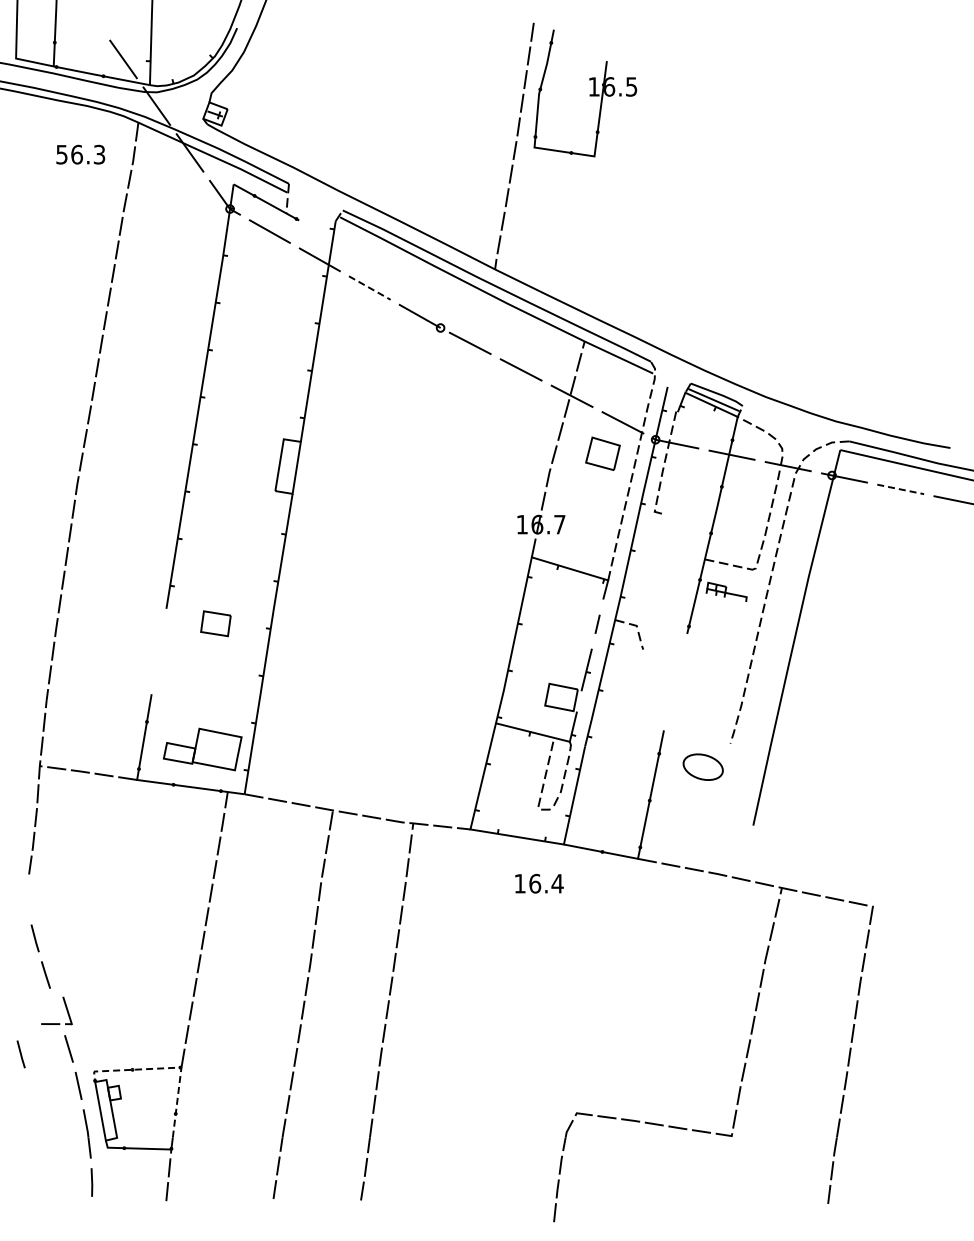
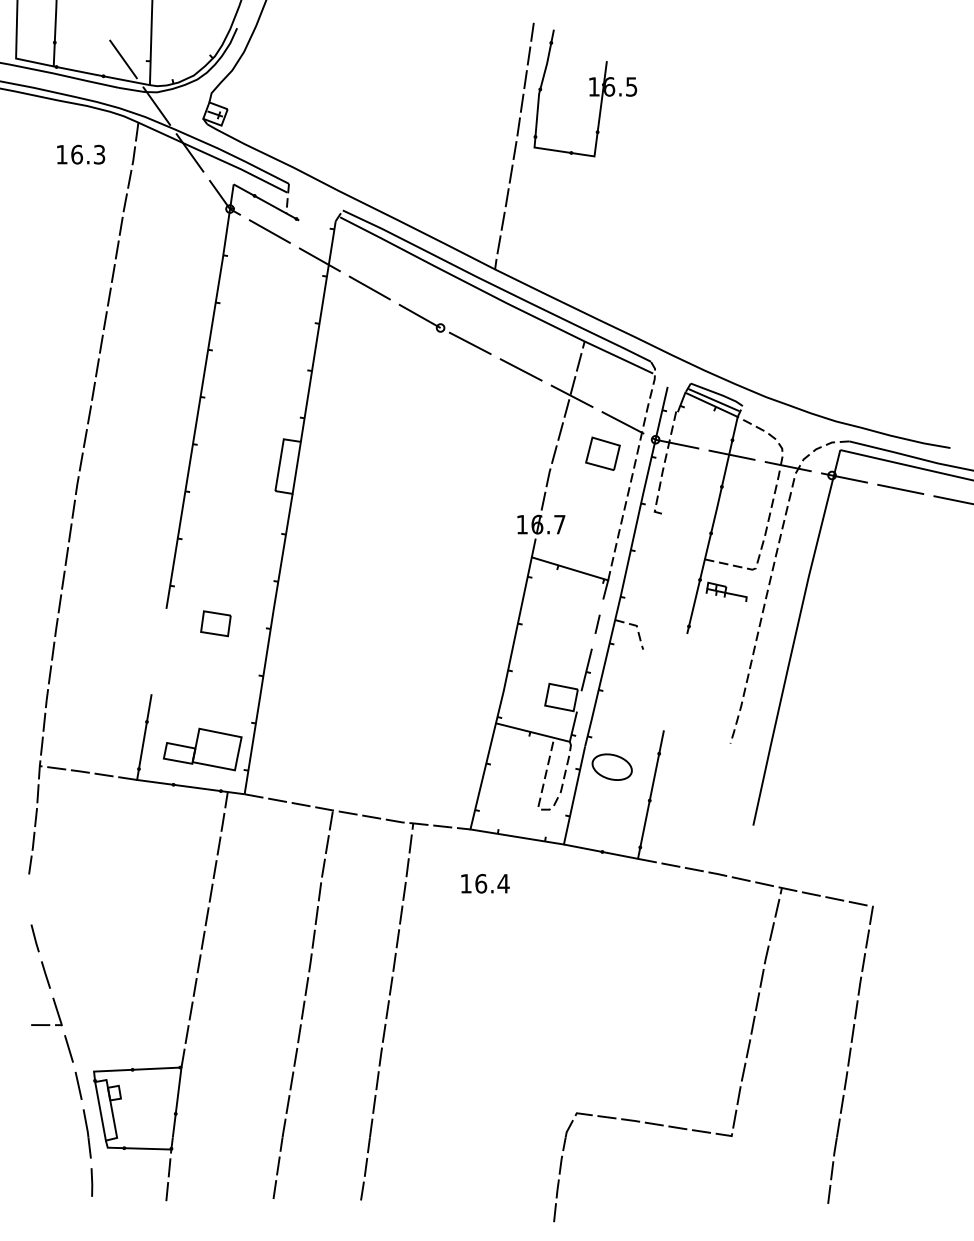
text at (61, 154): 56.3 -> 16.3
line at (369, 288): dashed -> solid
line at (900, 489): dashed -> solid
part at (702, 766) position: (702, 766) -> (611, 766)
text at (539, 883) position: (539, 883) -> (485, 883)
part at (65, 1007) position: (65, 1007) -> (55, 1008)
line at (20, 1054): present -> none
line at (167, 1068): dashed -> solid
